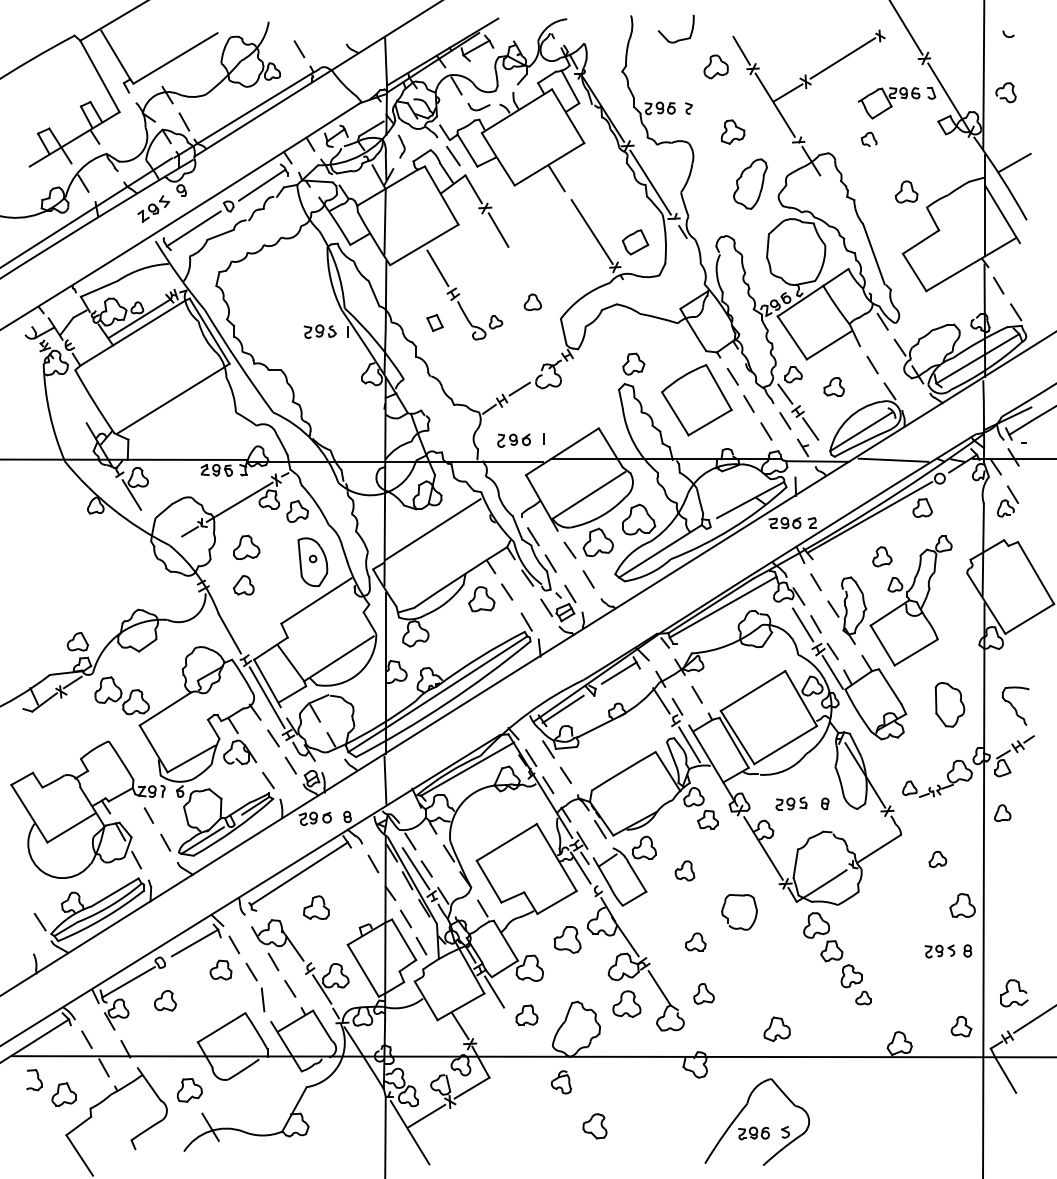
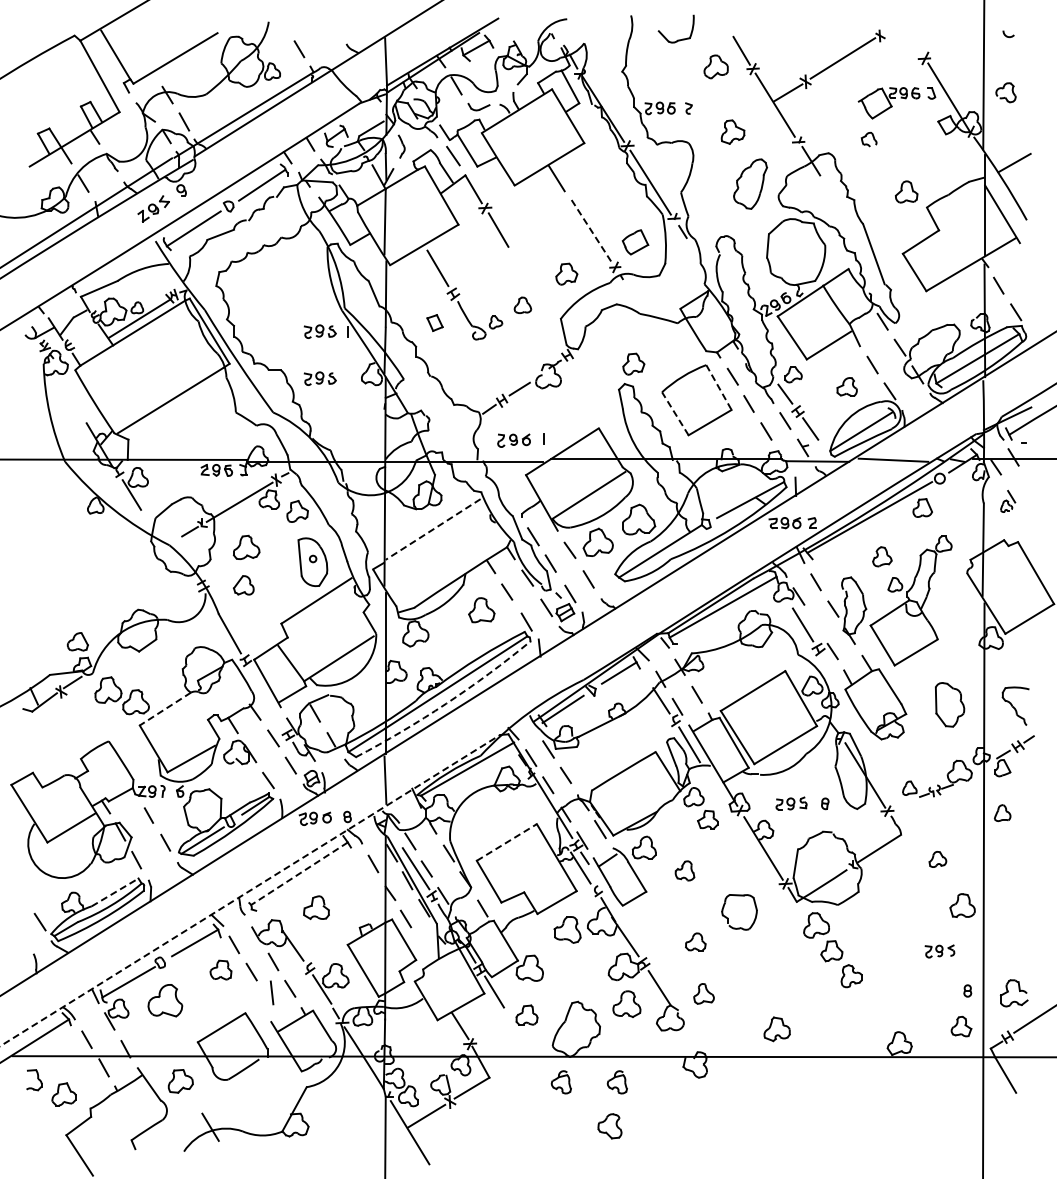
line at (906, 28): present -> none
line at (592, 232): solid -> dashed
part at (566, 273): none -> present
part at (532, 301) position: (532, 301) -> (522, 304)
part at (319, 378): none -> present
part at (833, 386) position: (833, 386) -> (846, 386)
line at (718, 387): solid -> dashed
line at (675, 413): solid -> dashed
part at (1008, 501) size: 23x33 px -> 17x23 px
line at (432, 529): solid -> dashed
part at (481, 599) position: (481, 599) -> (481, 610)
line at (815, 624): present -> none
line at (832, 671): present -> none
line at (266, 697): present -> none
arc at (446, 703): solid -> dashed
line at (164, 709): solid -> dashed
line at (507, 842): solid -> dashed
line at (299, 873): solid -> dashed
line at (250, 890): solid -> dashed
line at (115, 892): solid -> dashed
part at (567, 939) position: (567, 939) -> (567, 929)
line at (421, 946): present -> none
part at (967, 950) position: (967, 950) -> (967, 990)
part at (863, 997): present -> none
line at (262, 999) position: (262, 999) -> (271, 992)
part at (165, 1000) size: 23x22 px -> 37x34 px
part at (616, 1082): none -> present
part at (189, 1090) position: (189, 1090) -> (180, 1081)
part at (756, 1121): present -> none
part at (594, 1126) position: (594, 1126) -> (609, 1126)
